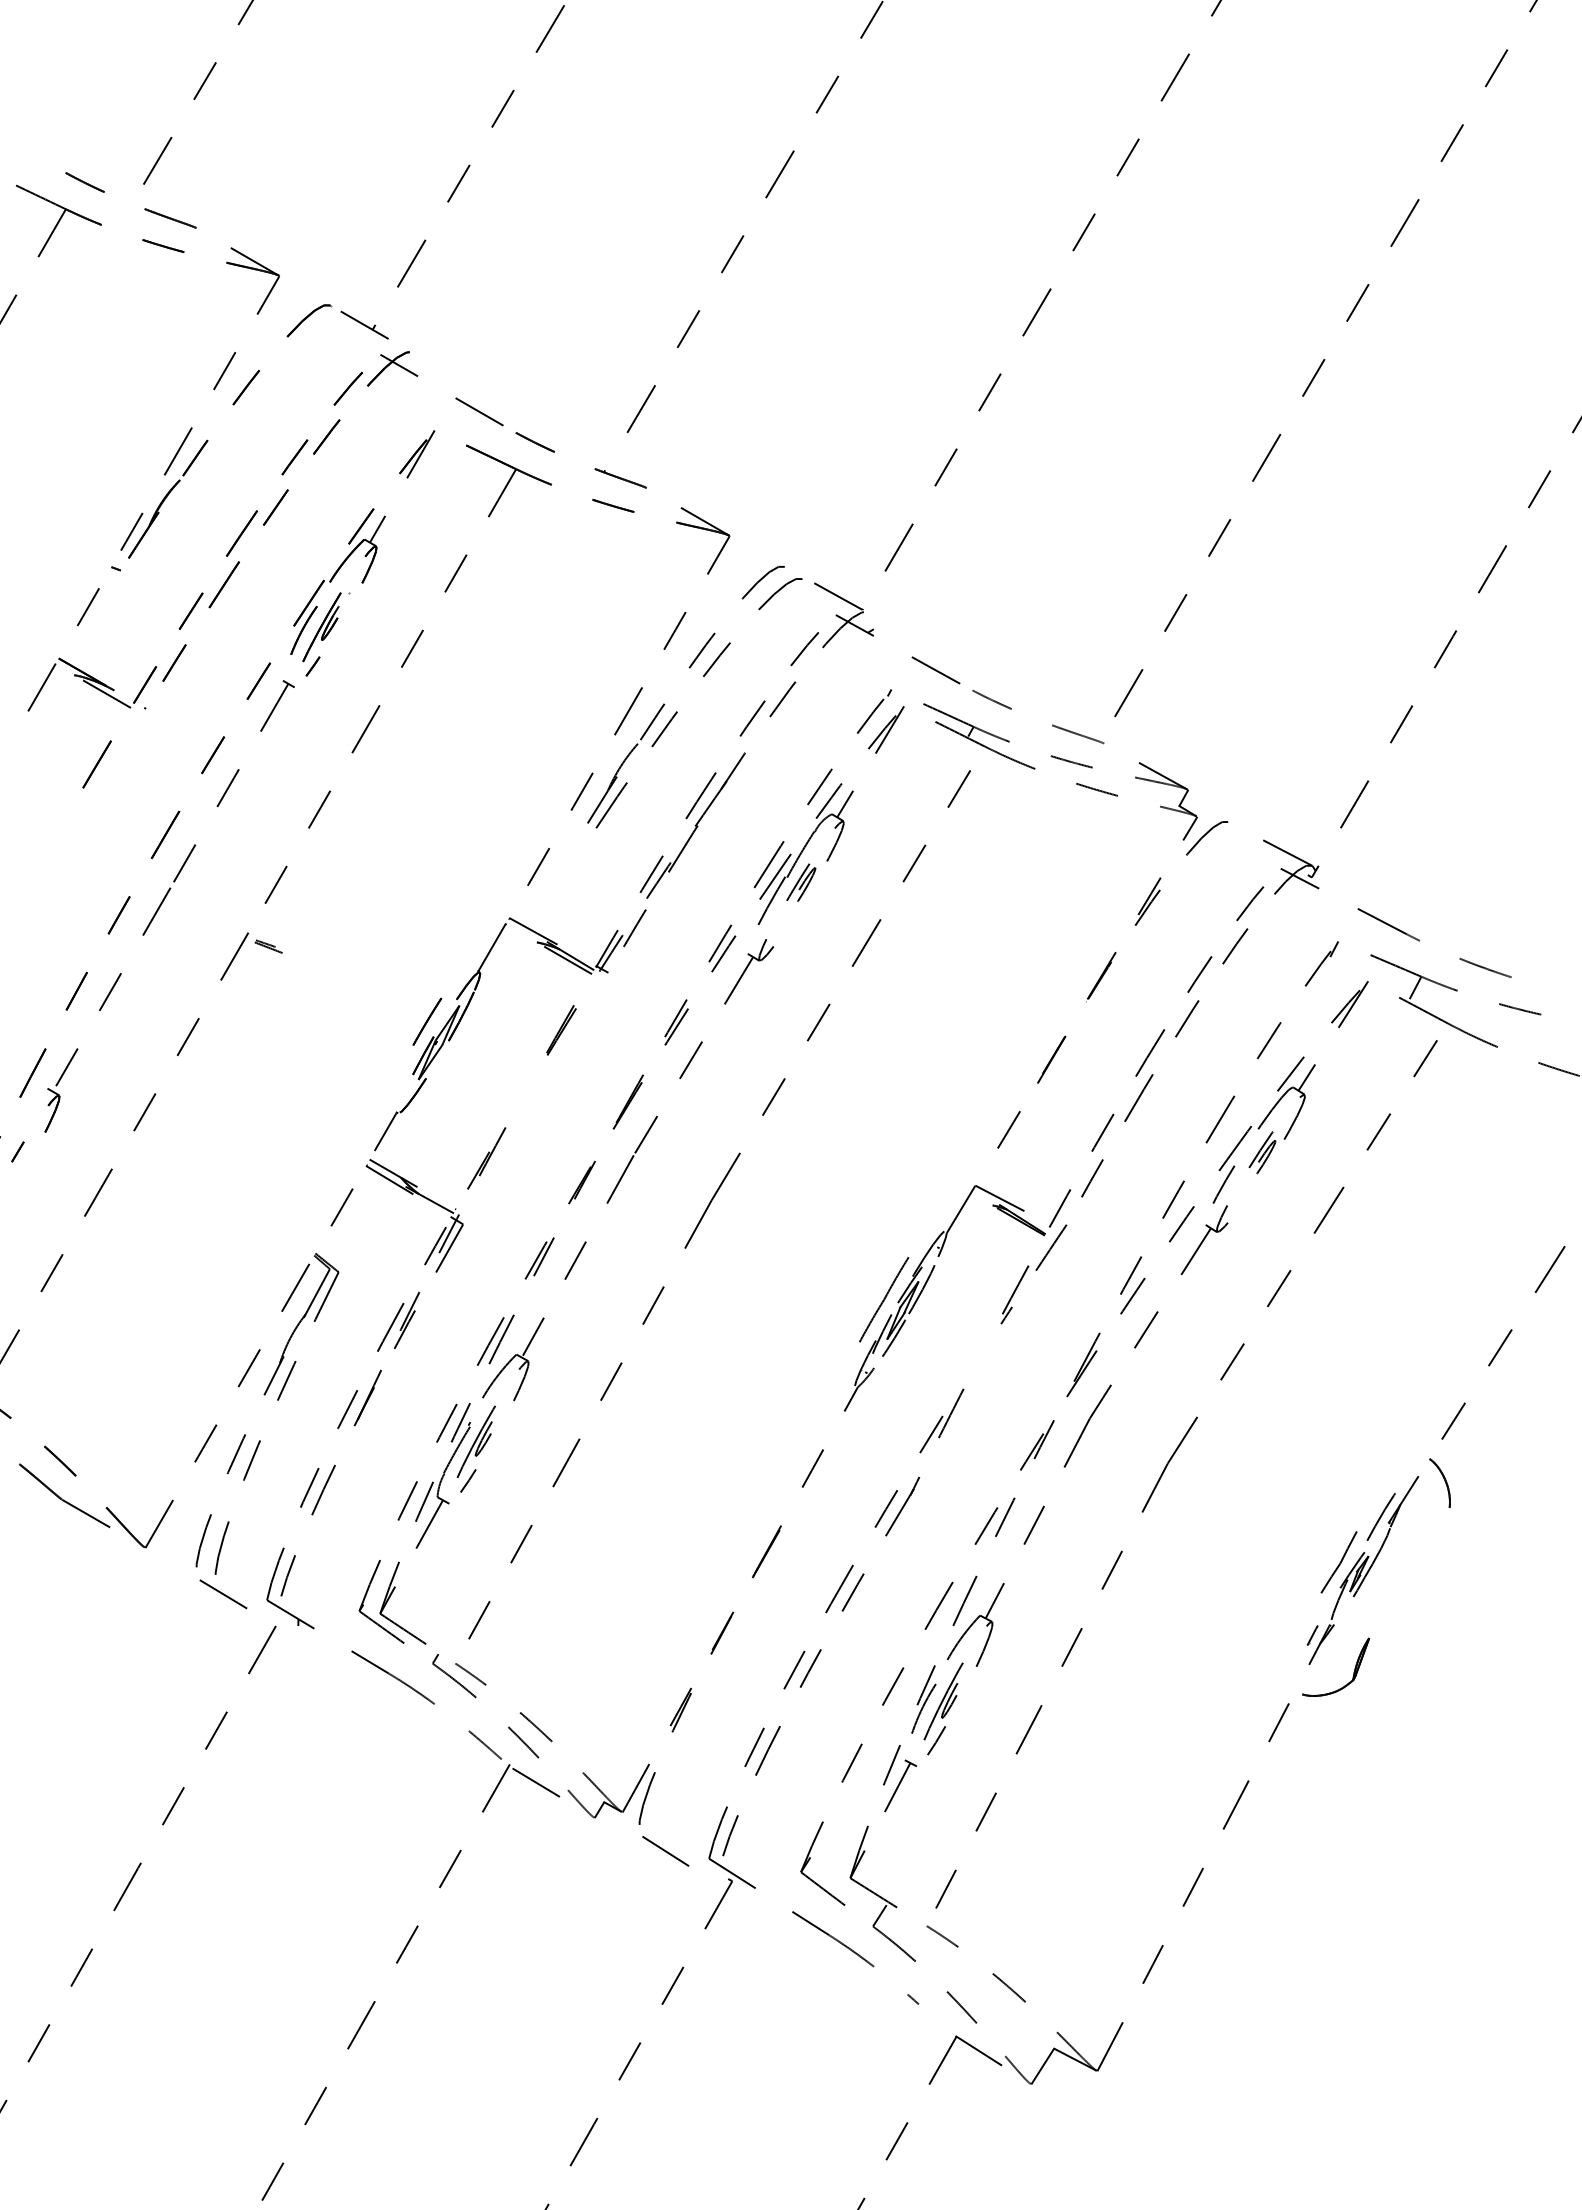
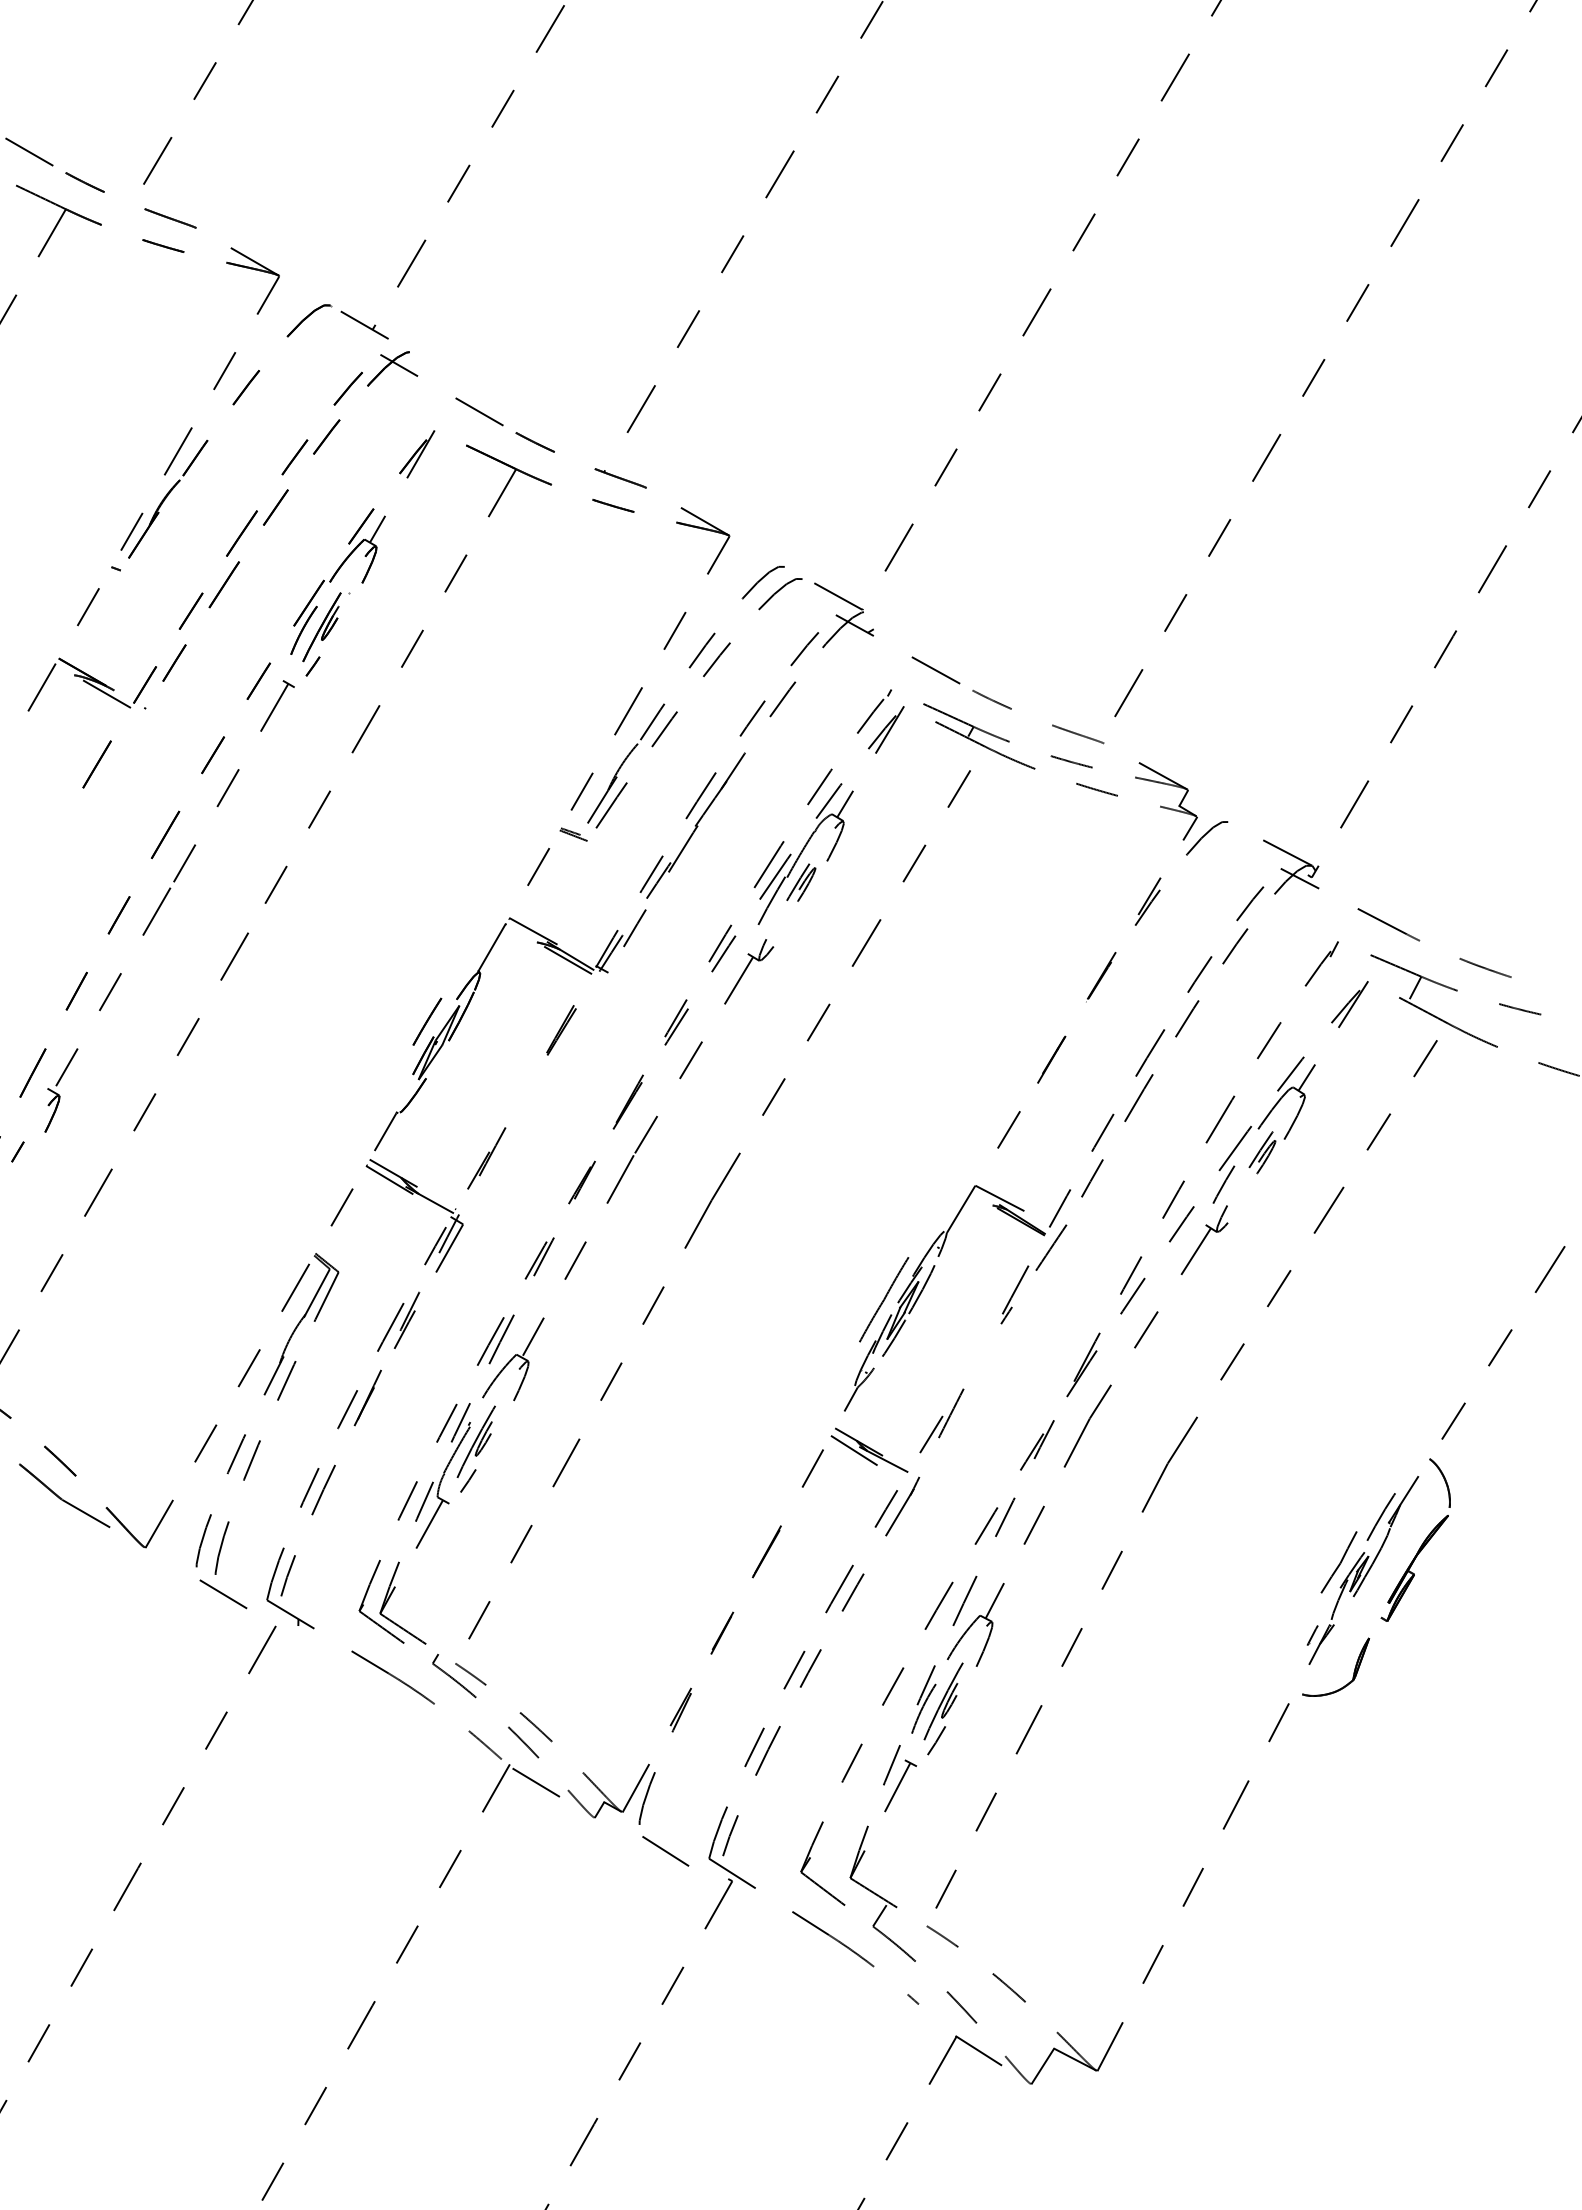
line at (27, 150): none -> present
part at (268, 946) position: (268, 946) -> (573, 834)
part at (869, 1449): none -> present
part at (1414, 1568): none -> present
